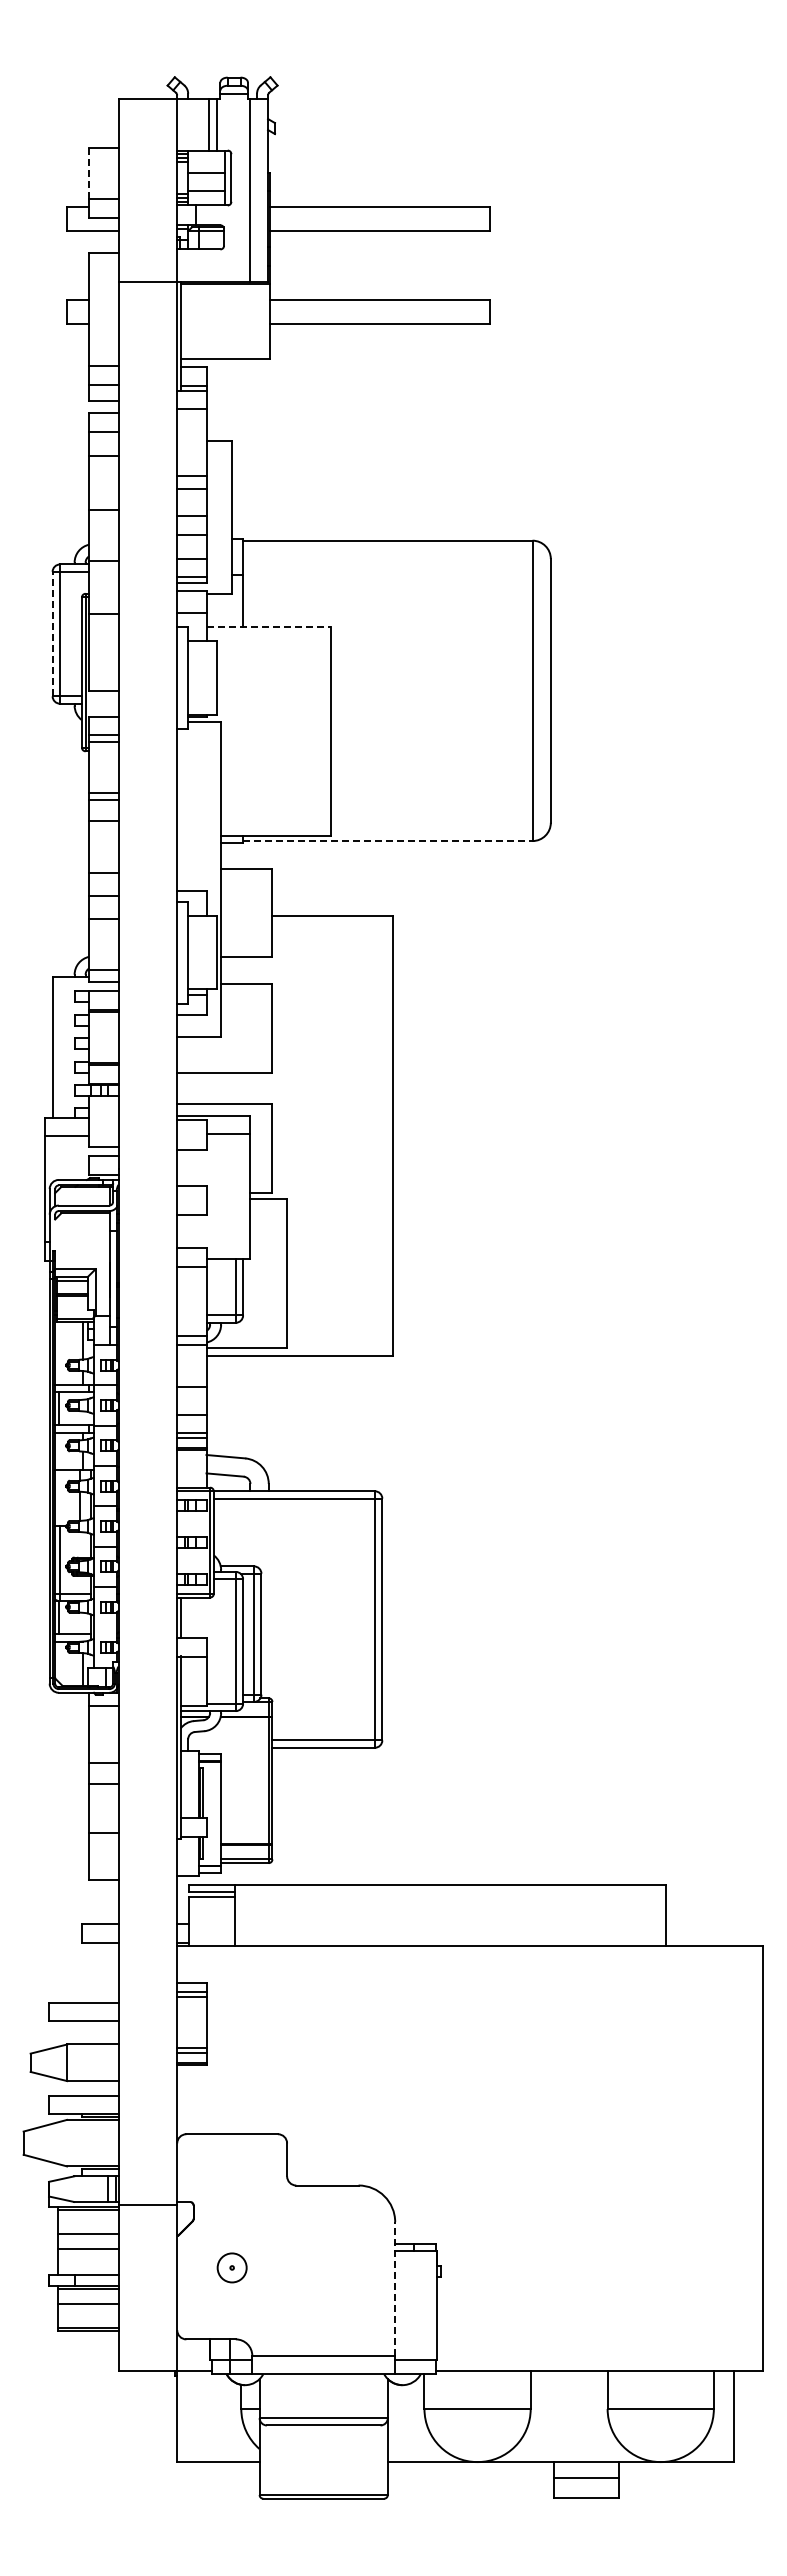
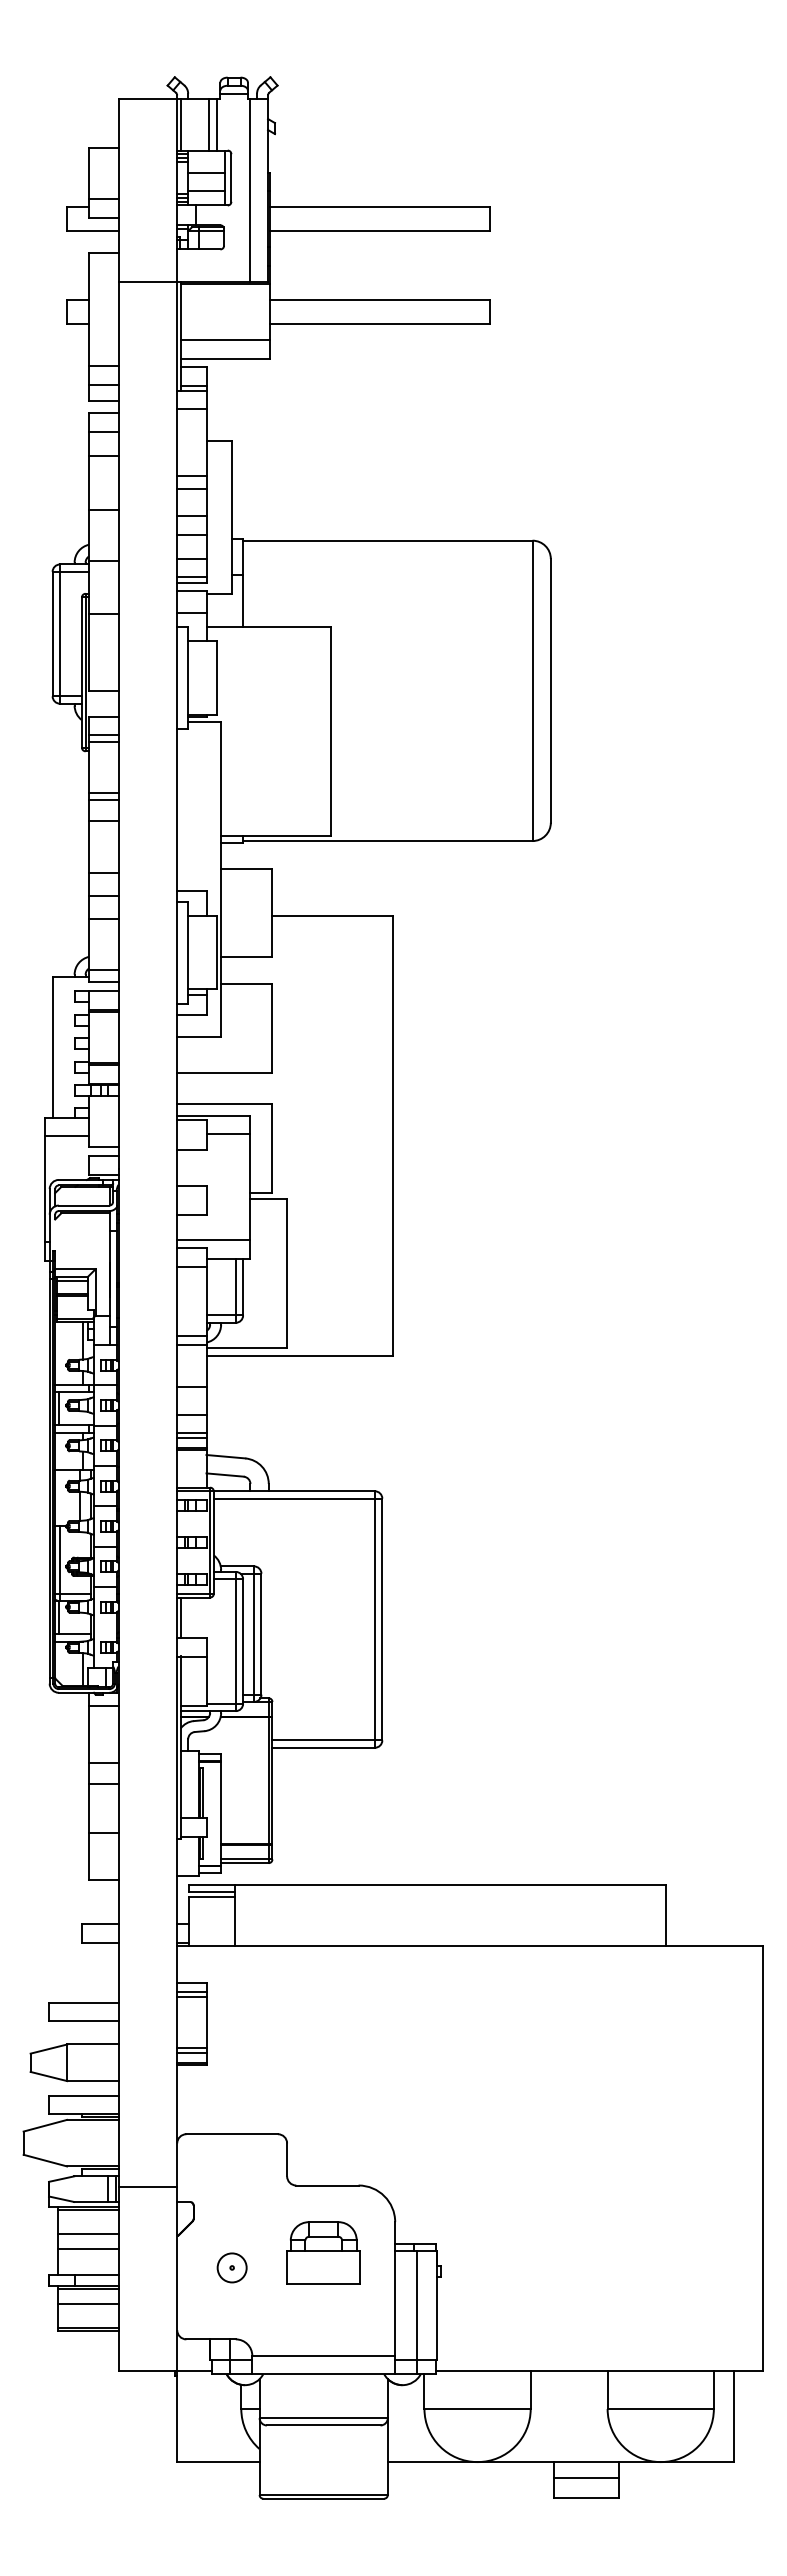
line at (180, 124): none -> present
line at (89, 173): dashed -> solid
line at (225, 340): none -> present
line at (269, 626): dashed -> solid
line at (52, 633): dashed -> solid
line at (387, 841): dashed -> solid
line at (213, 1240): none -> present
line at (147, 2205) position: (147, 2205) -> (147, 2187)
part at (323, 2252): none -> present
line at (395, 2289): dashed -> solid
line at (417, 2312): none -> present
